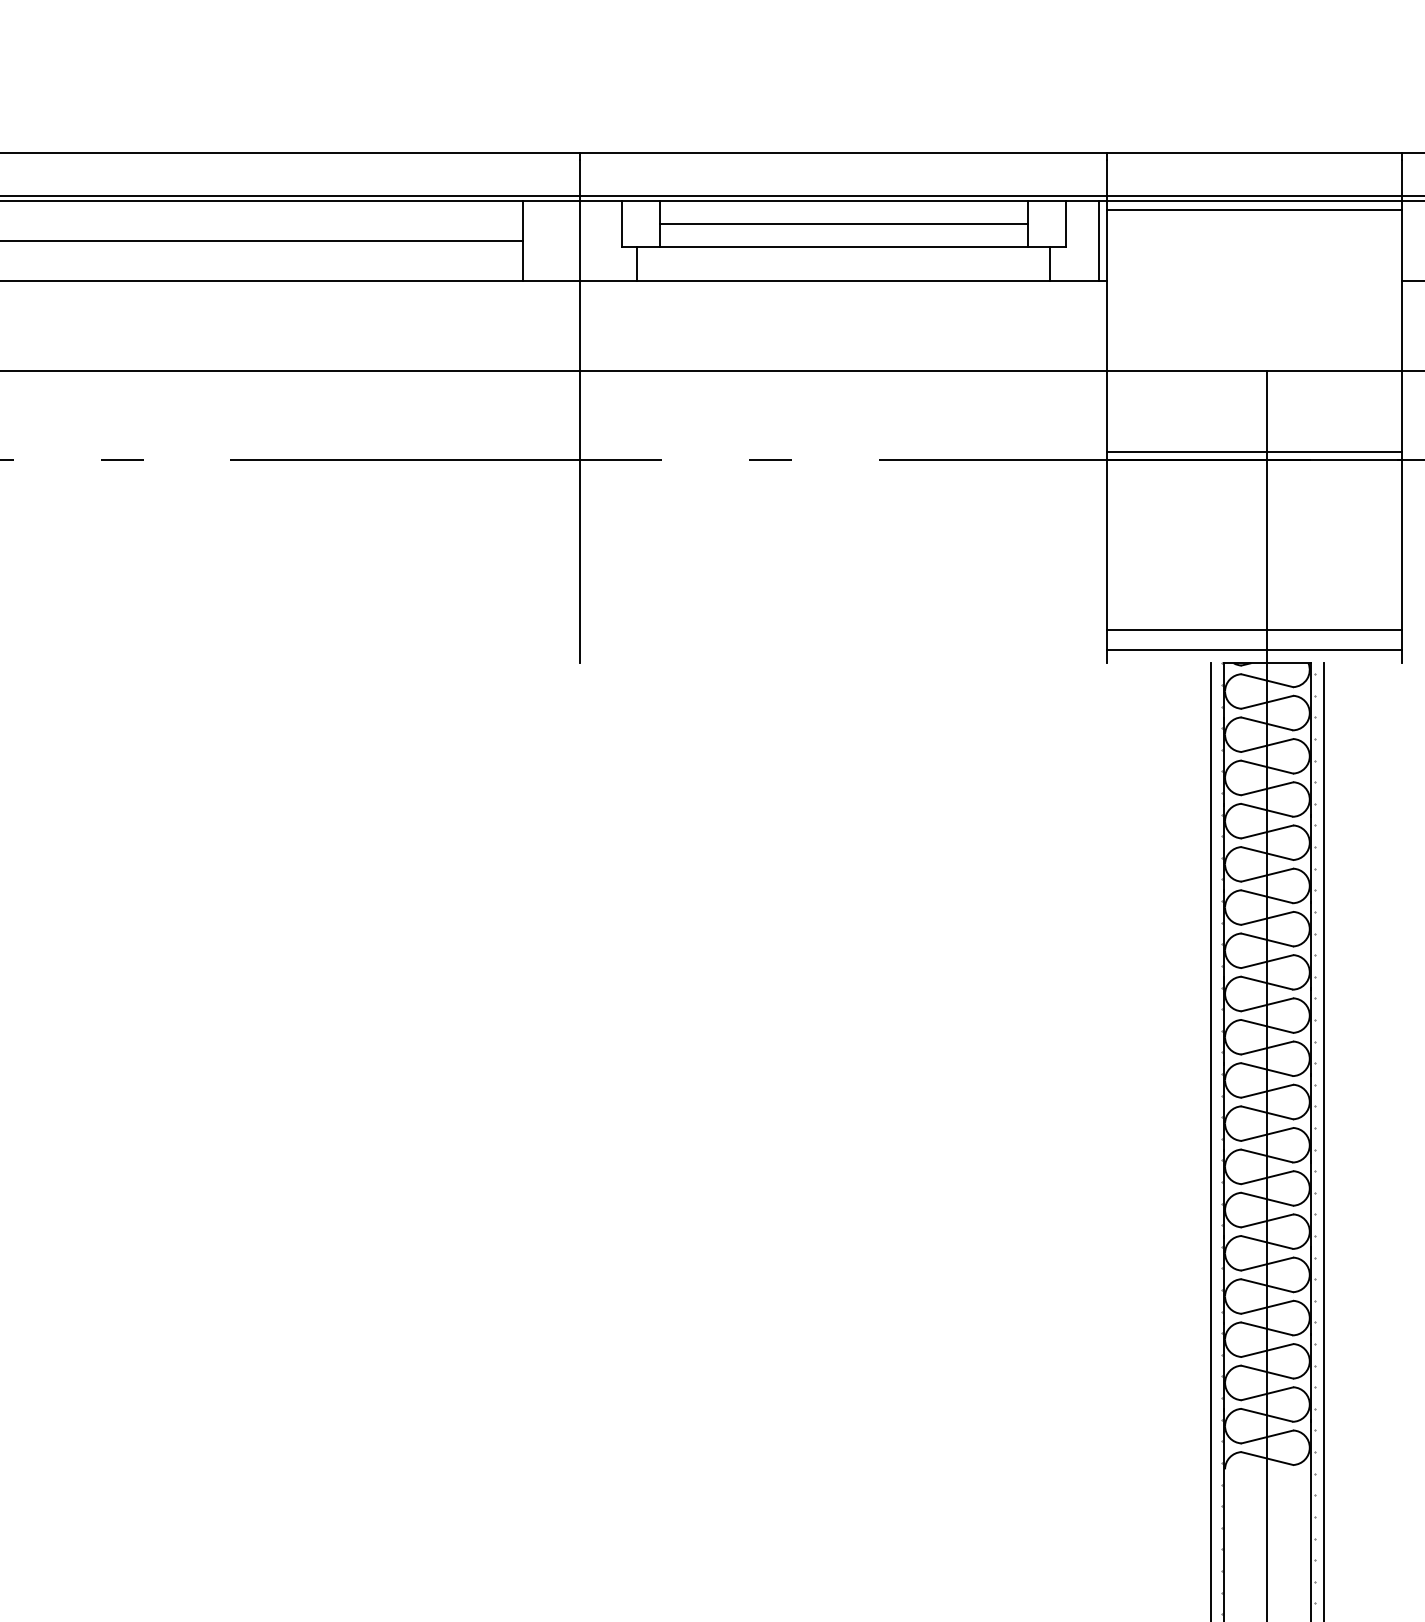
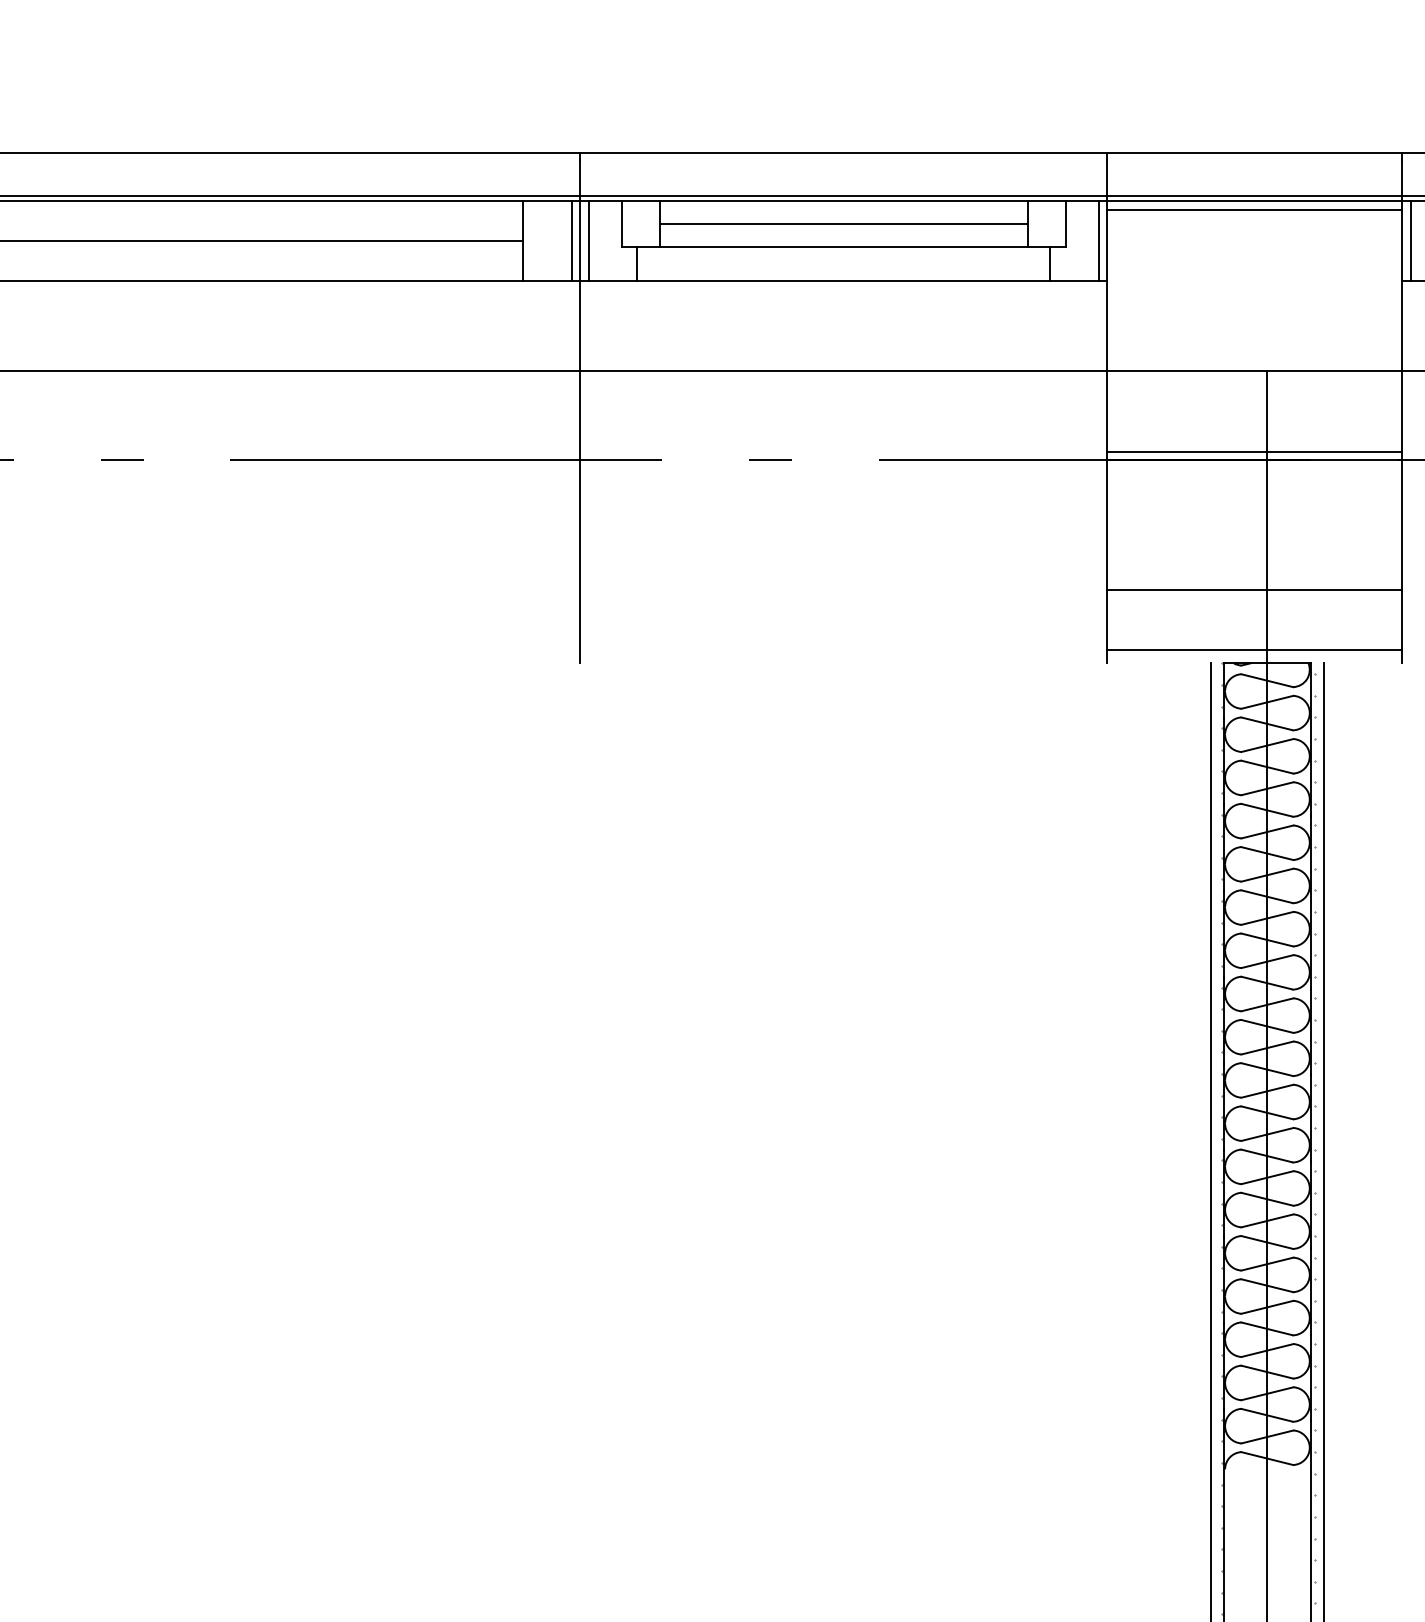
line at (571, 240): none -> present
line at (588, 240): none -> present
line at (1410, 240): none -> present
line at (1254, 629) position: (1254, 629) -> (1254, 589)
